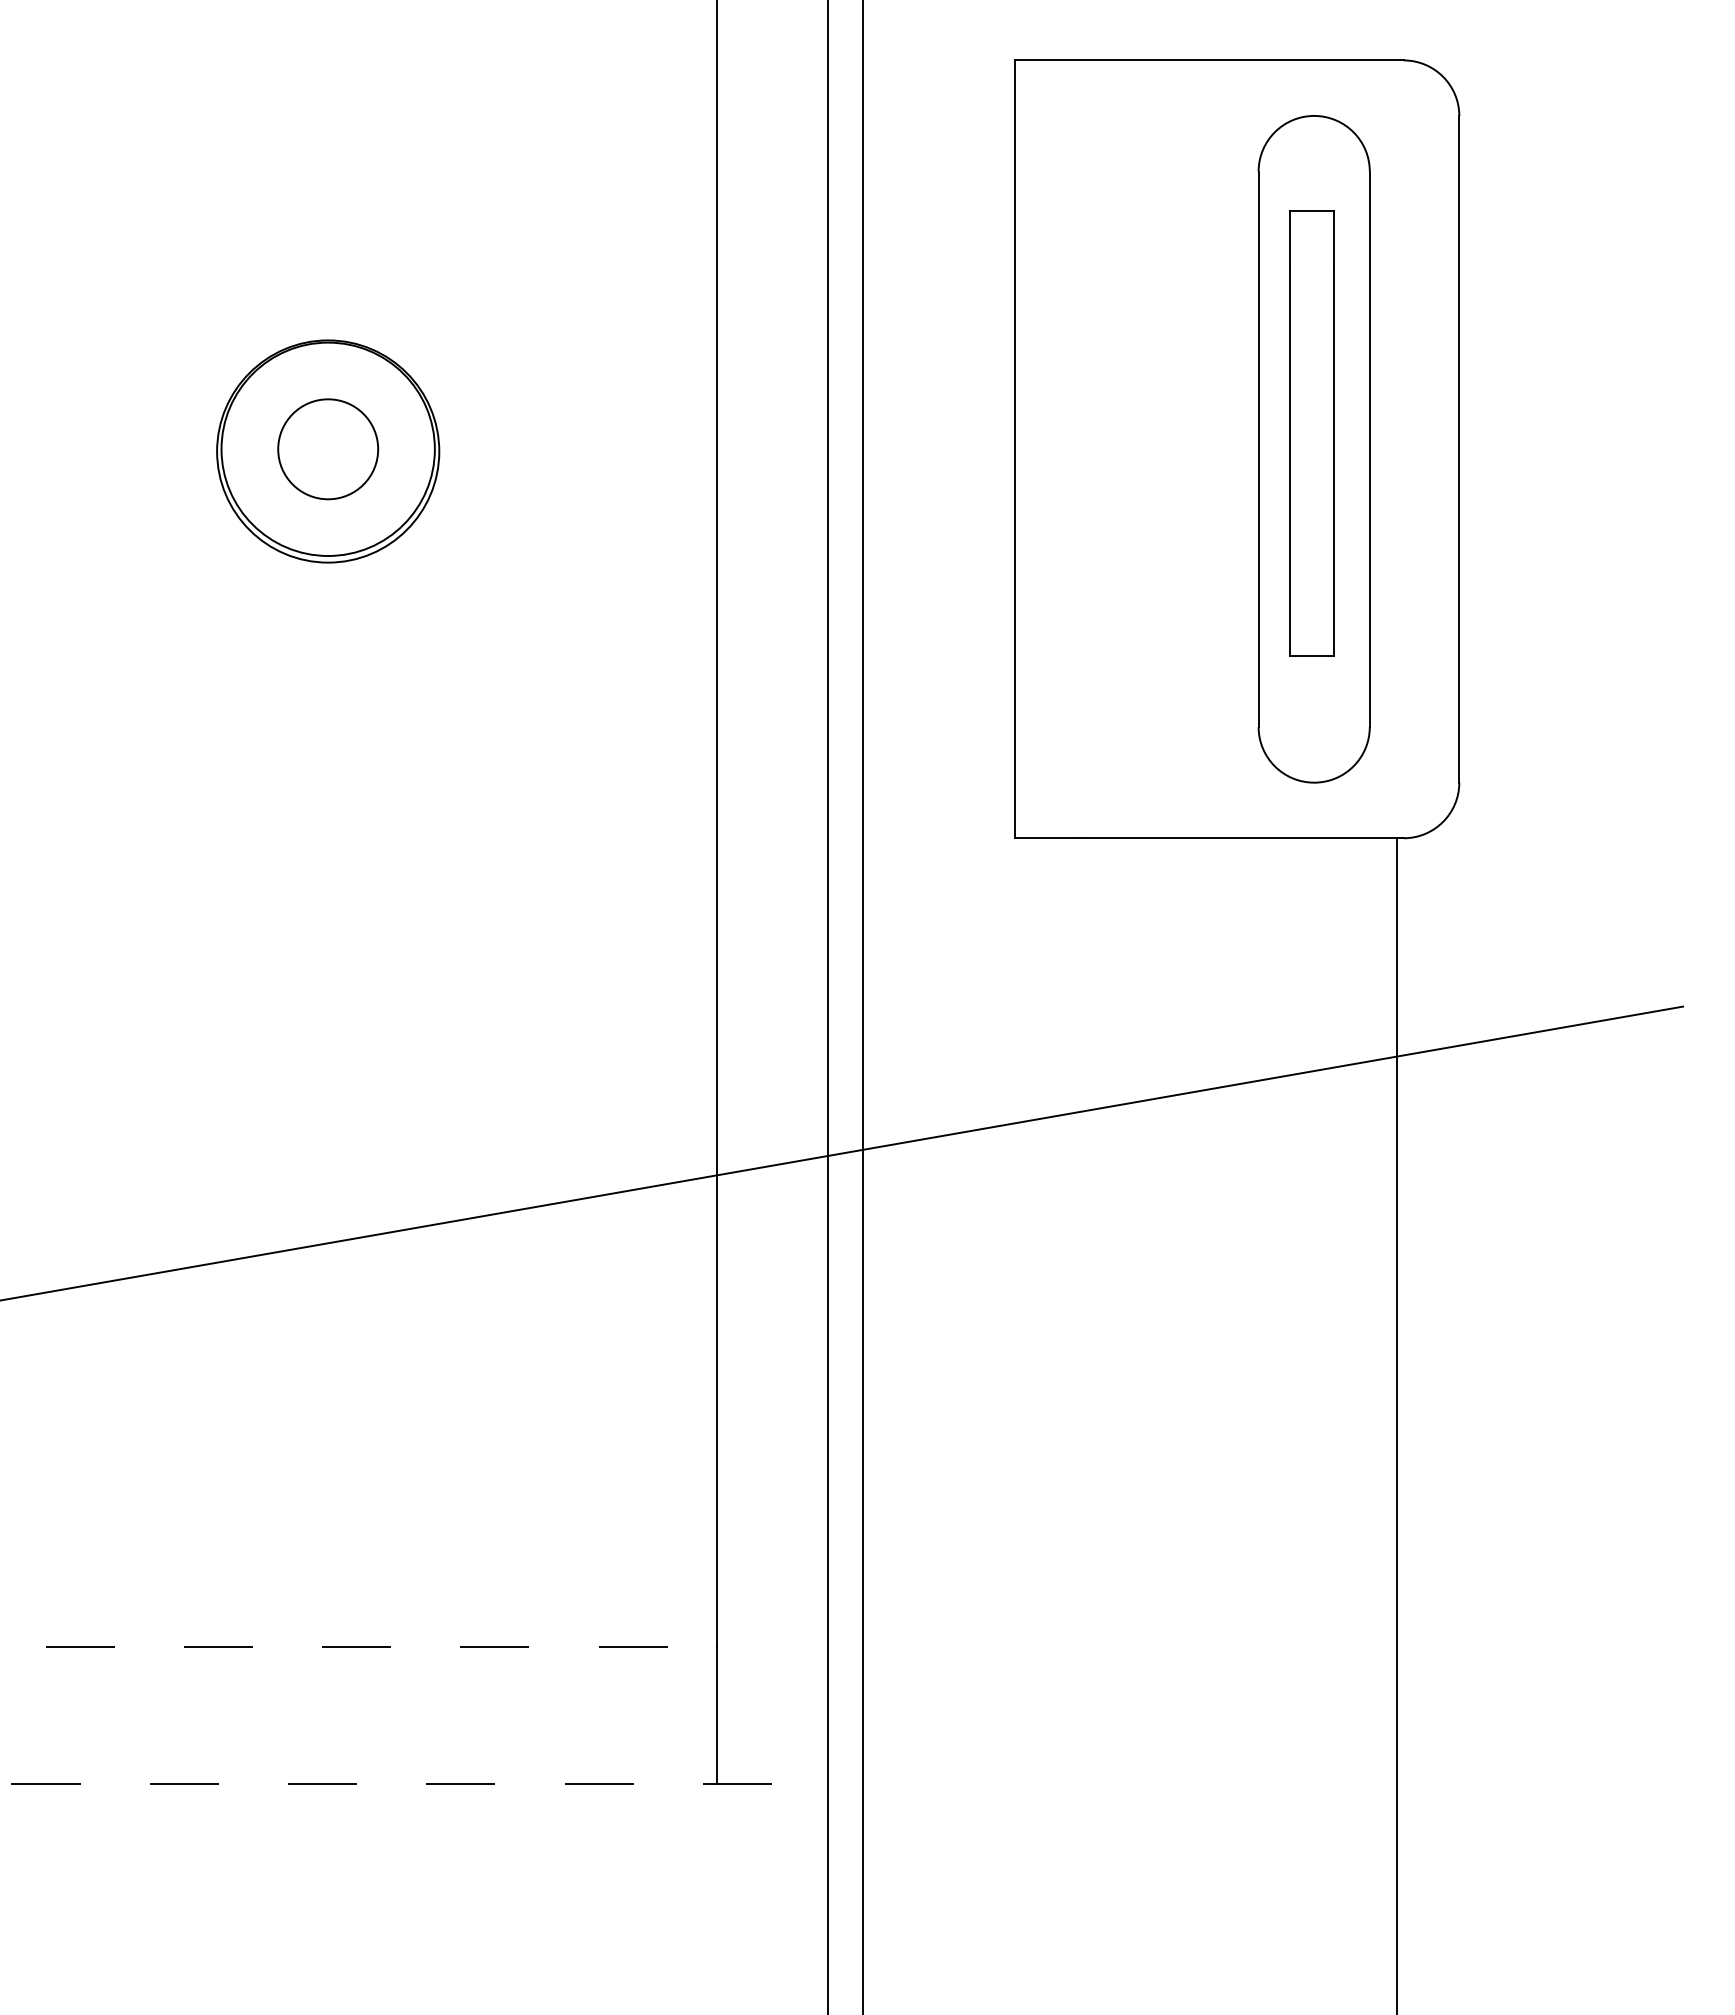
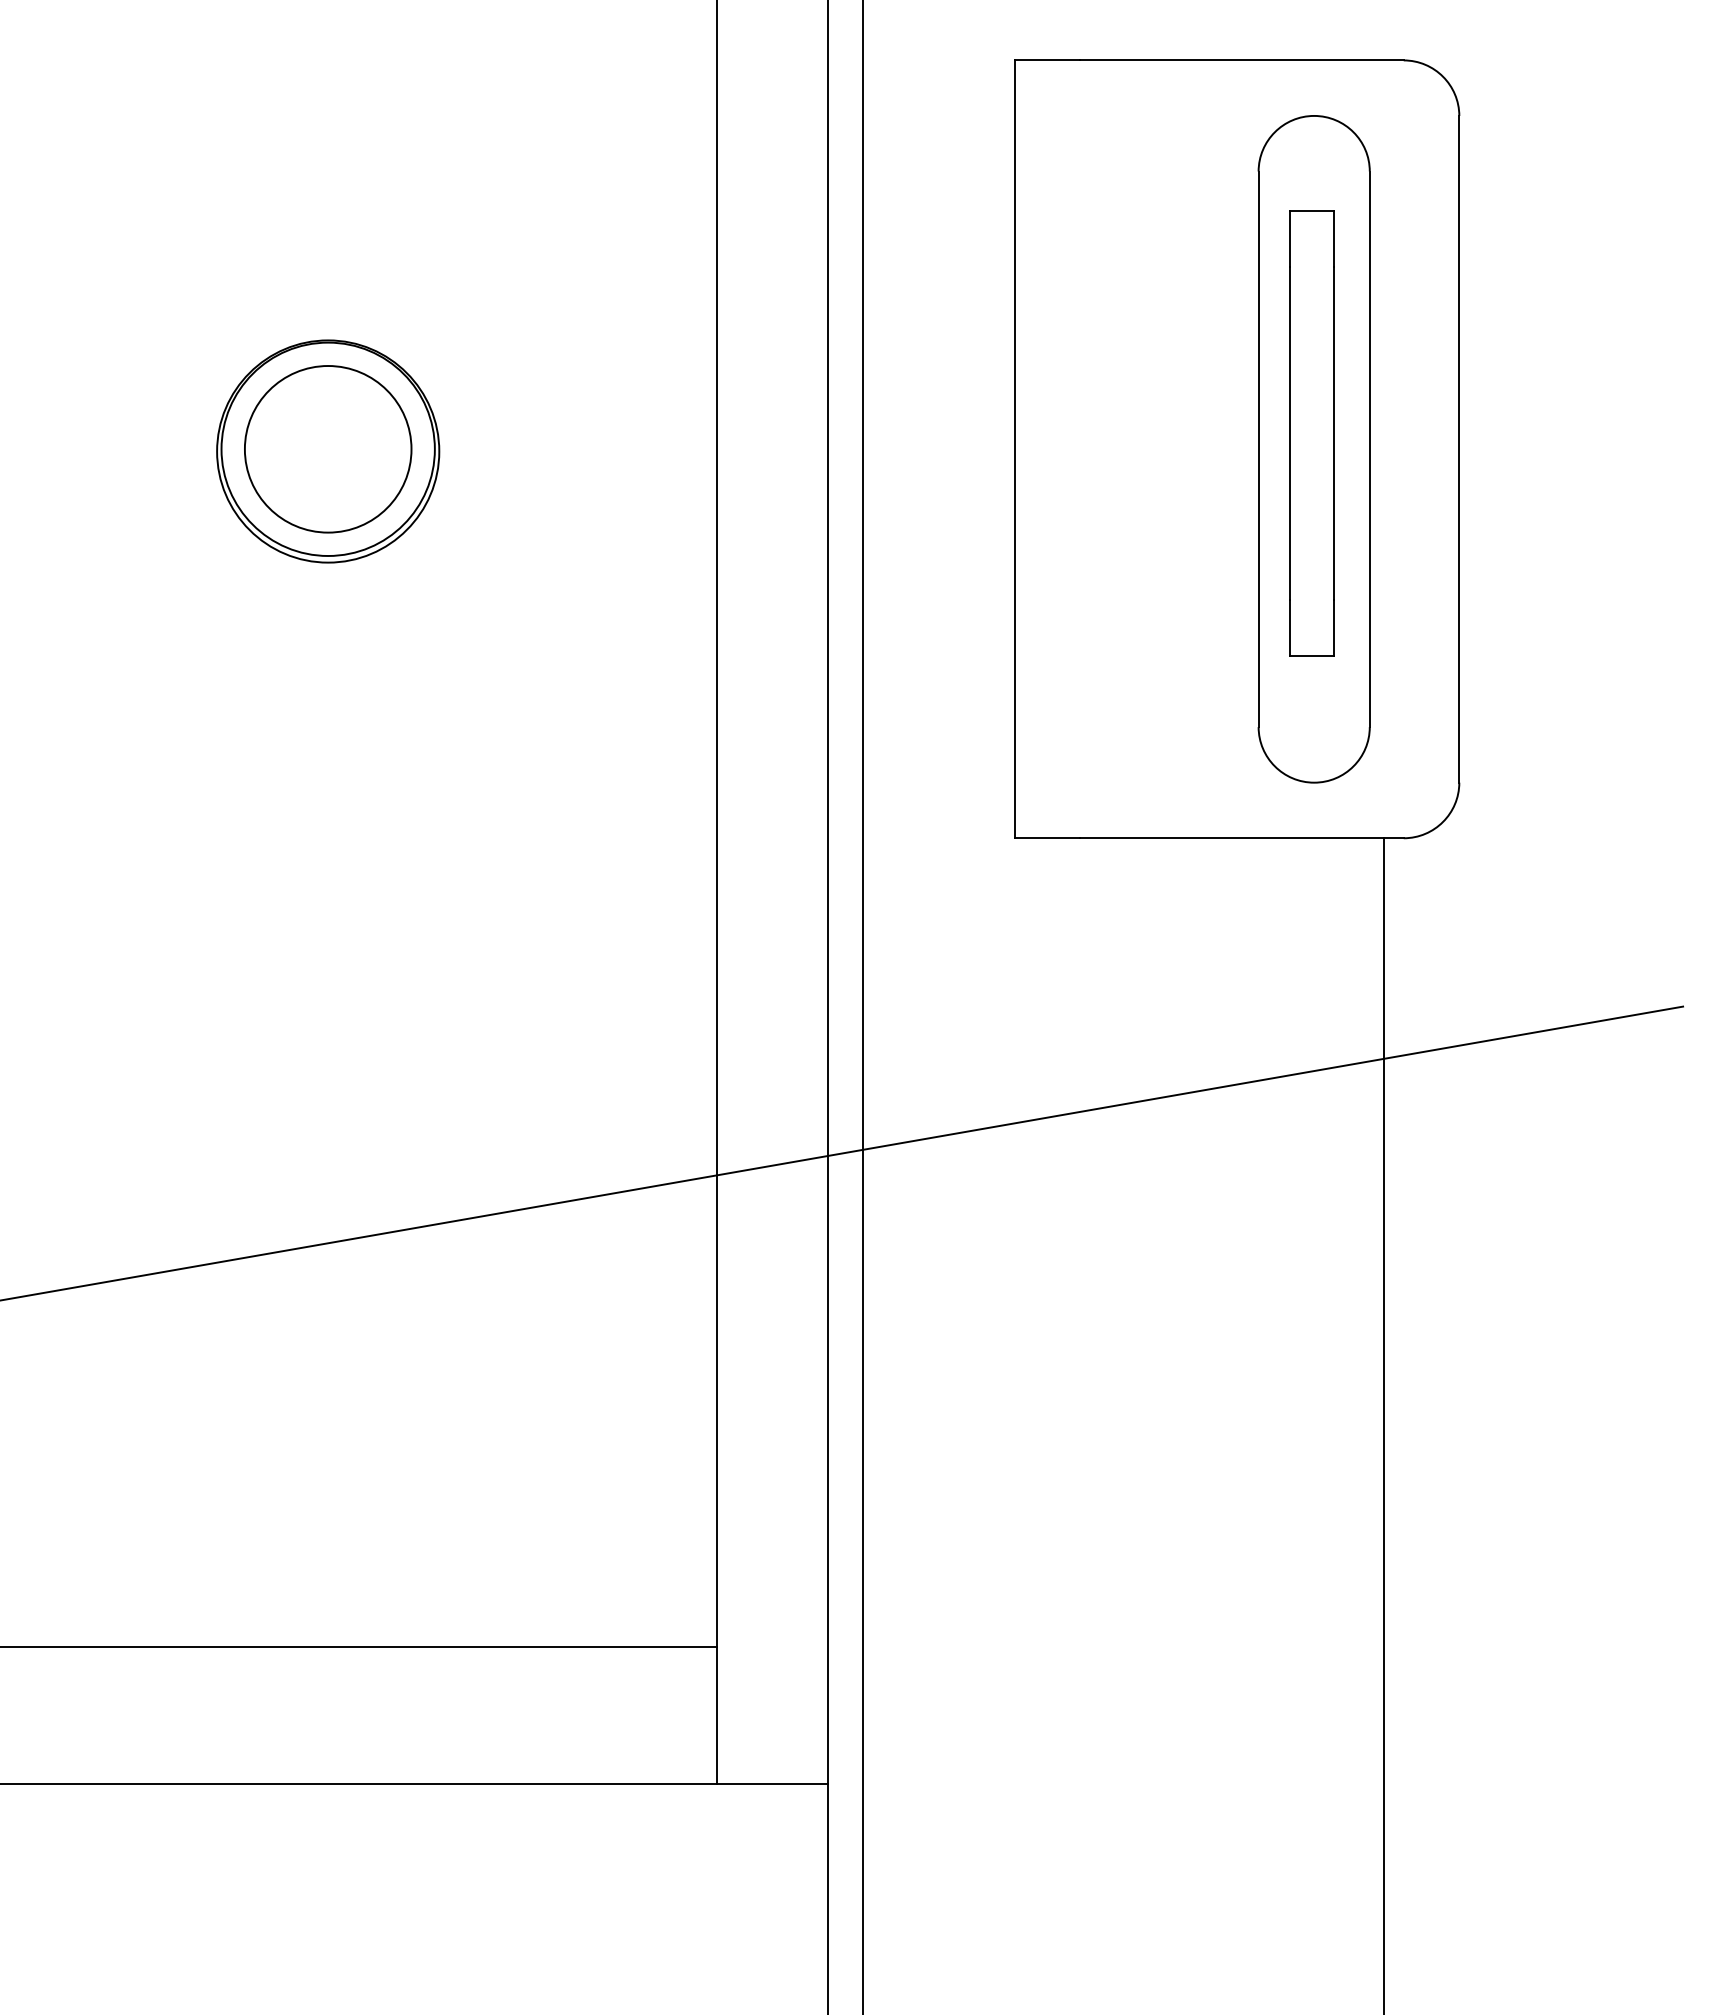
circle at (328, 449) diameter: 100 px -> 167 px
line at (1396, 1424) position: (1396, 1424) -> (1383, 1424)
line at (359, 1646): dashed -> solid
line at (414, 1784): dashed -> solid
